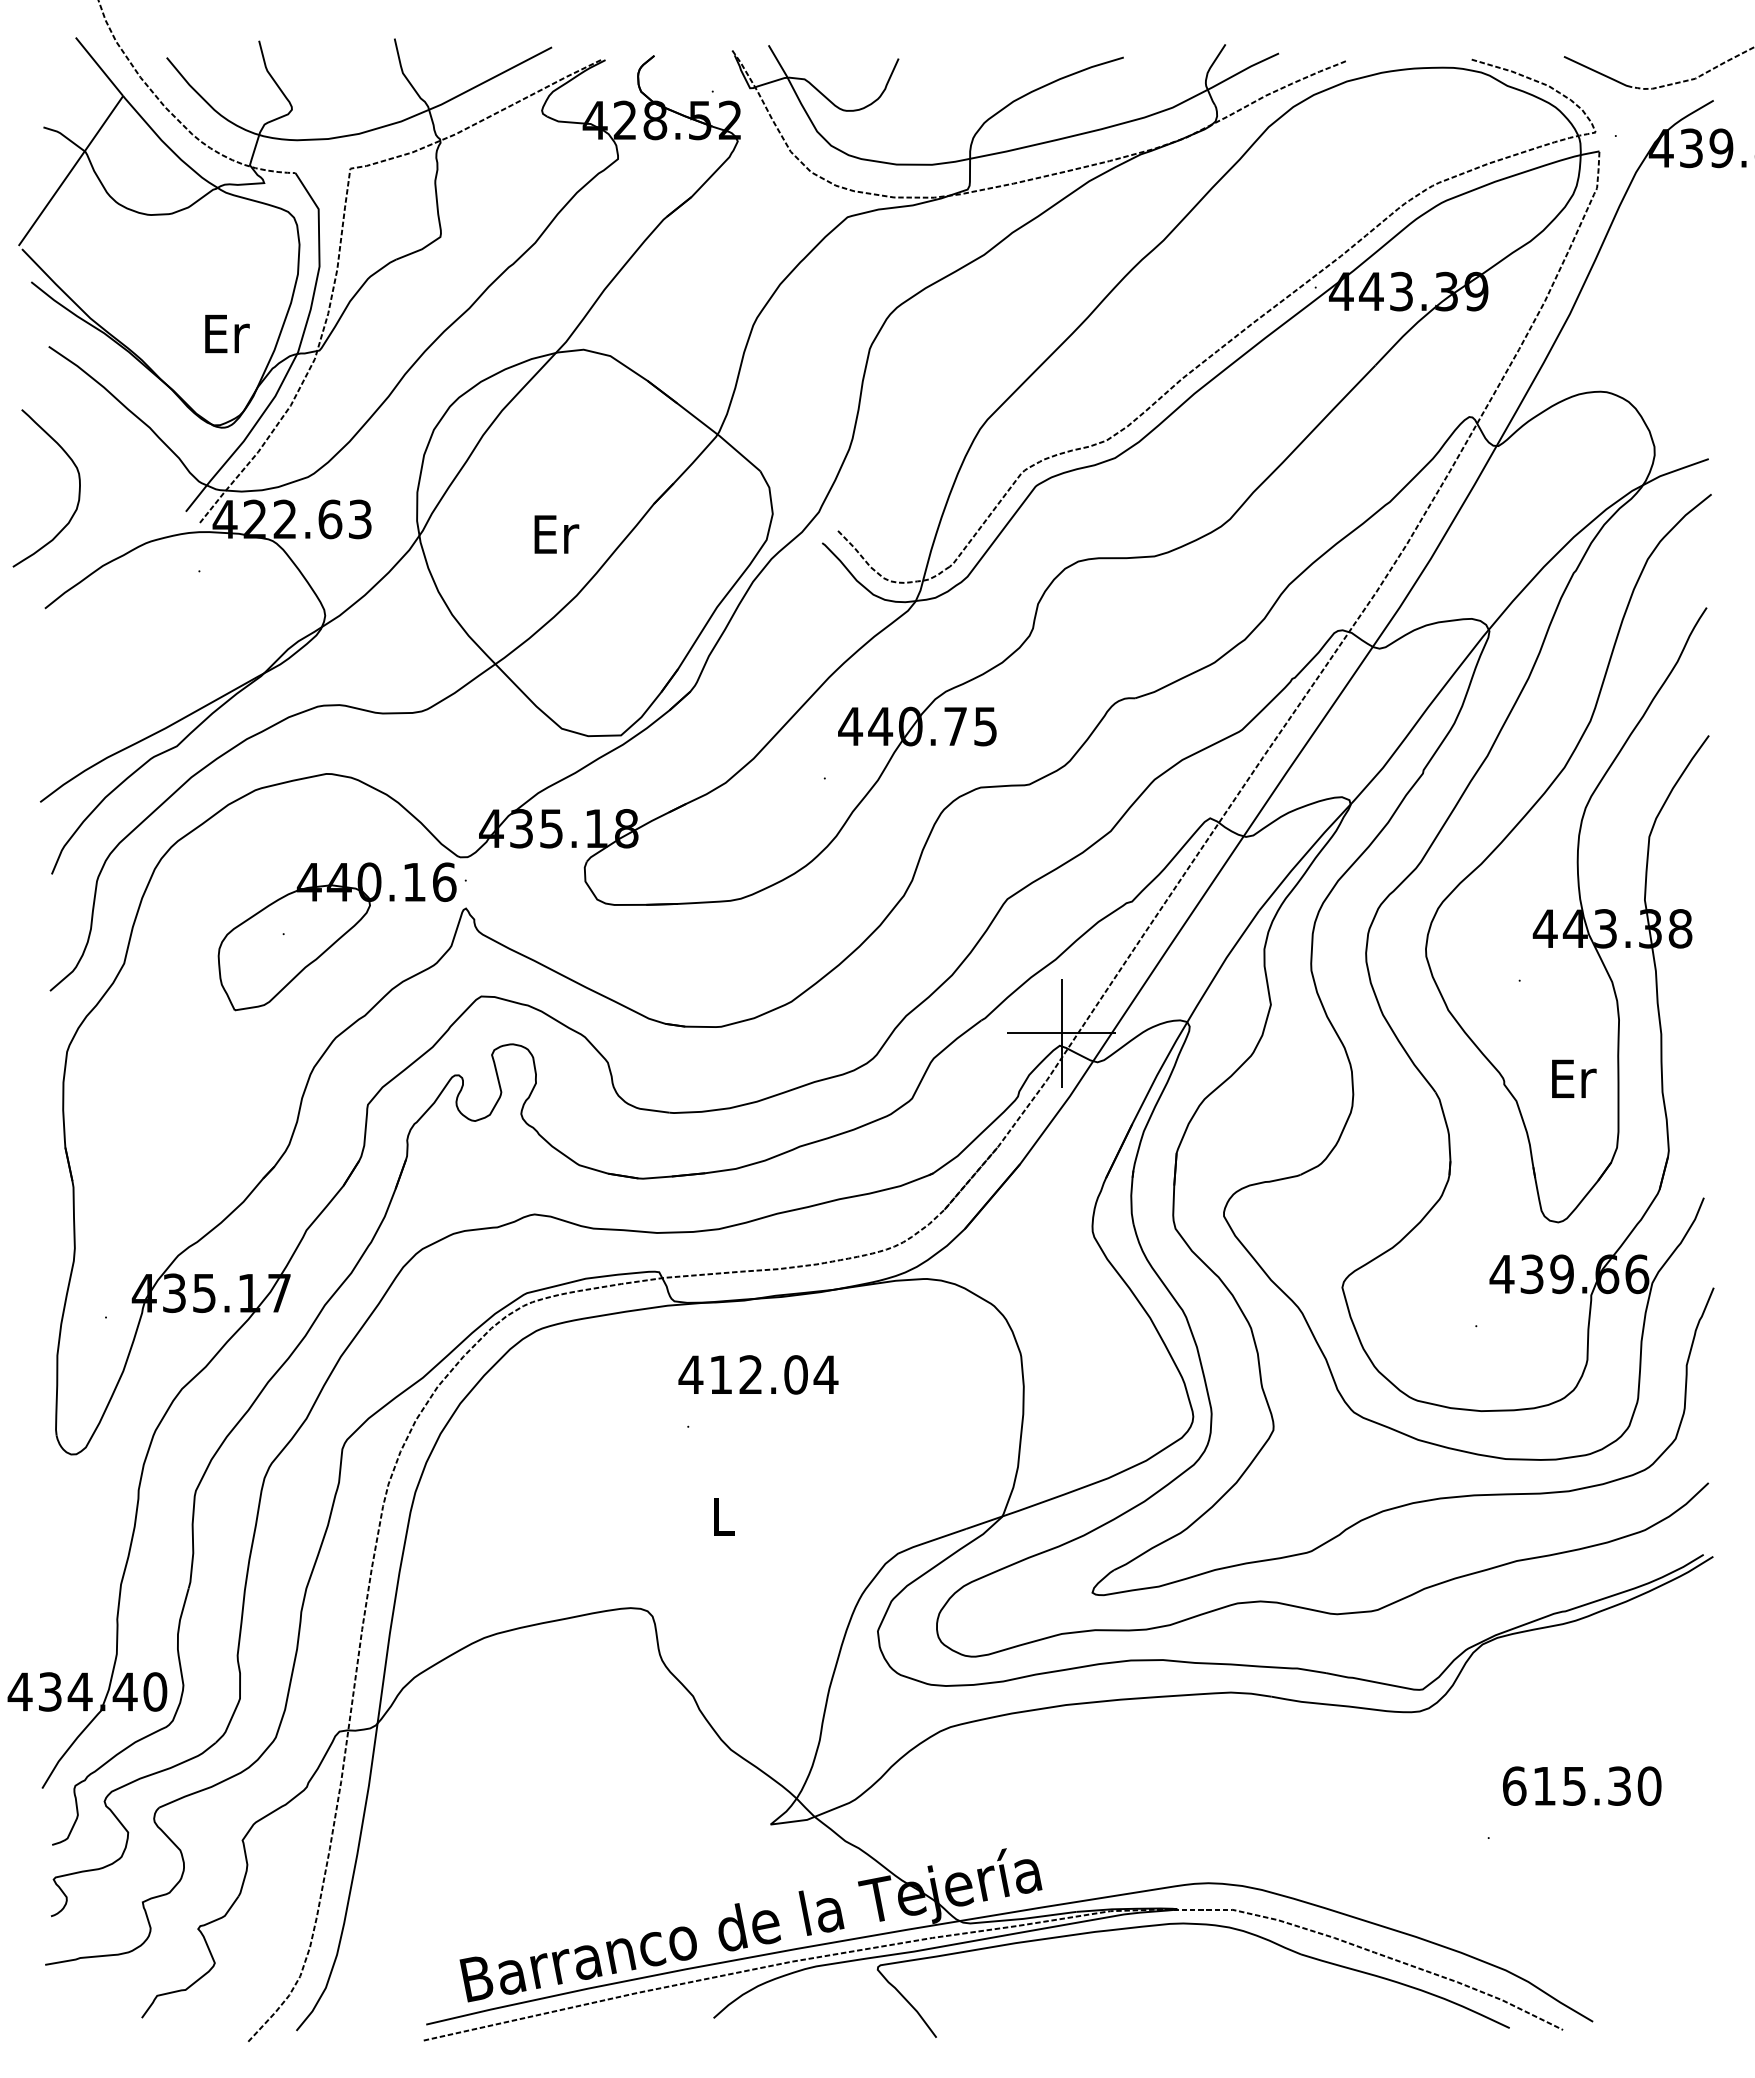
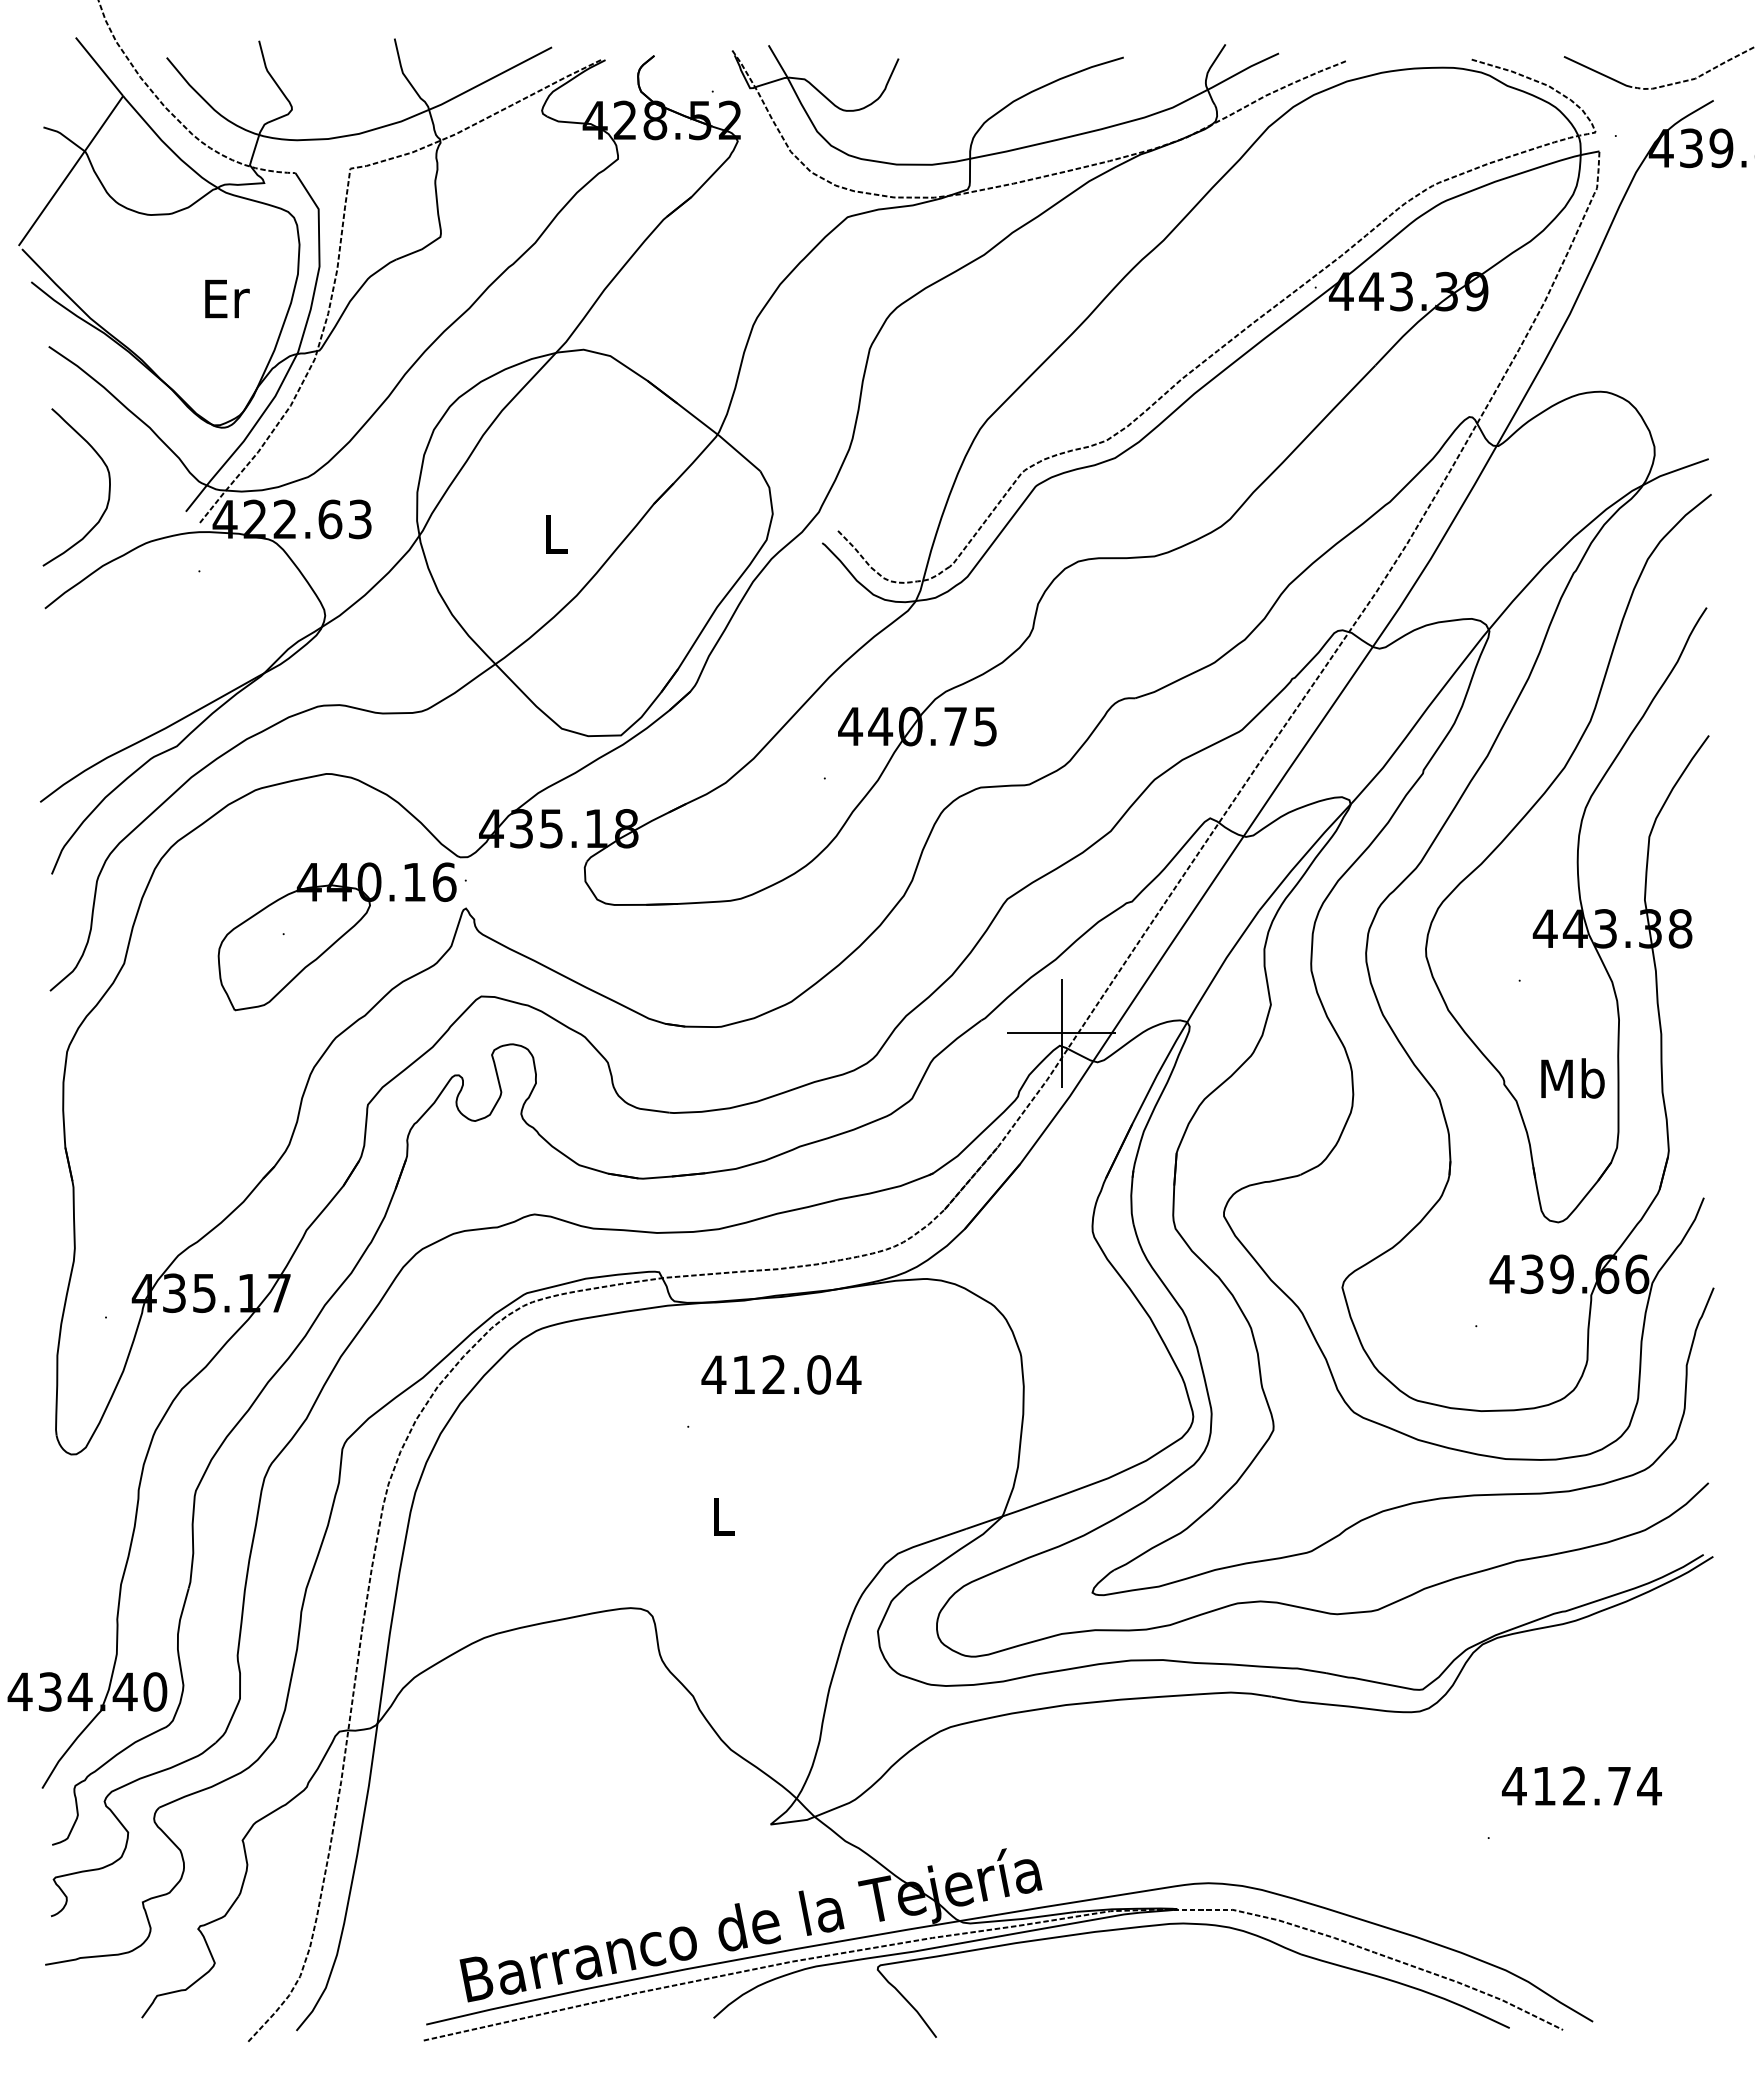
text at (227, 334) position: (227, 334) -> (227, 299)
curve at (78, 490) position: (78, 490) -> (108, 489)
text at (556, 534): Er -> L
text at (1572, 1078): Er -> Mb
text at (758, 1374) position: (758, 1374) -> (781, 1374)
text at (1581, 1785): 615.30 -> 412.74
